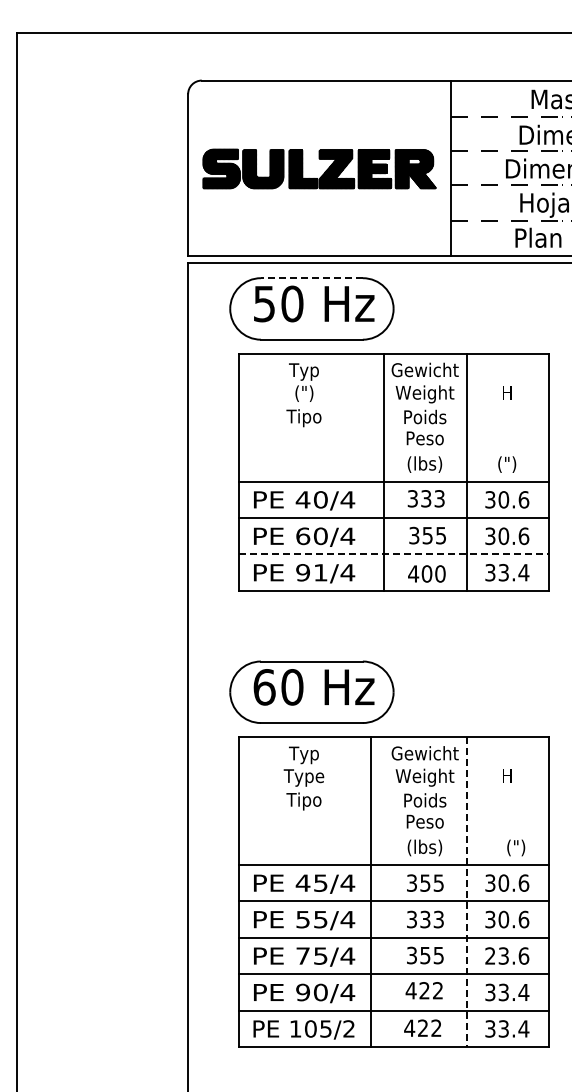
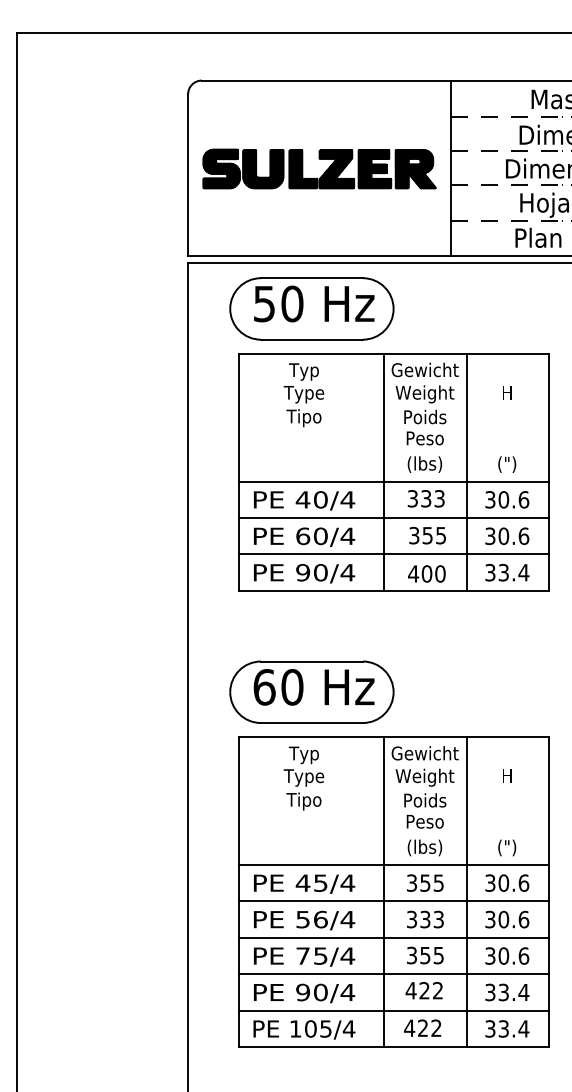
line at (311, 278): dashed -> solid
text at (303, 394): (") -> Type
line at (394, 554): dashed -> solid
text at (320, 572): 91/4 -> 90/4
text at (516, 847) position: (516, 847) -> (507, 847)
line at (371, 892) position: (371, 892) -> (384, 892)
line at (466, 892): dashed -> solid
text at (320, 919): 55/4 -> 56/4
text at (497, 955): 23.6 -> 30.6
text at (348, 1028): 105/2 -> 105/4
